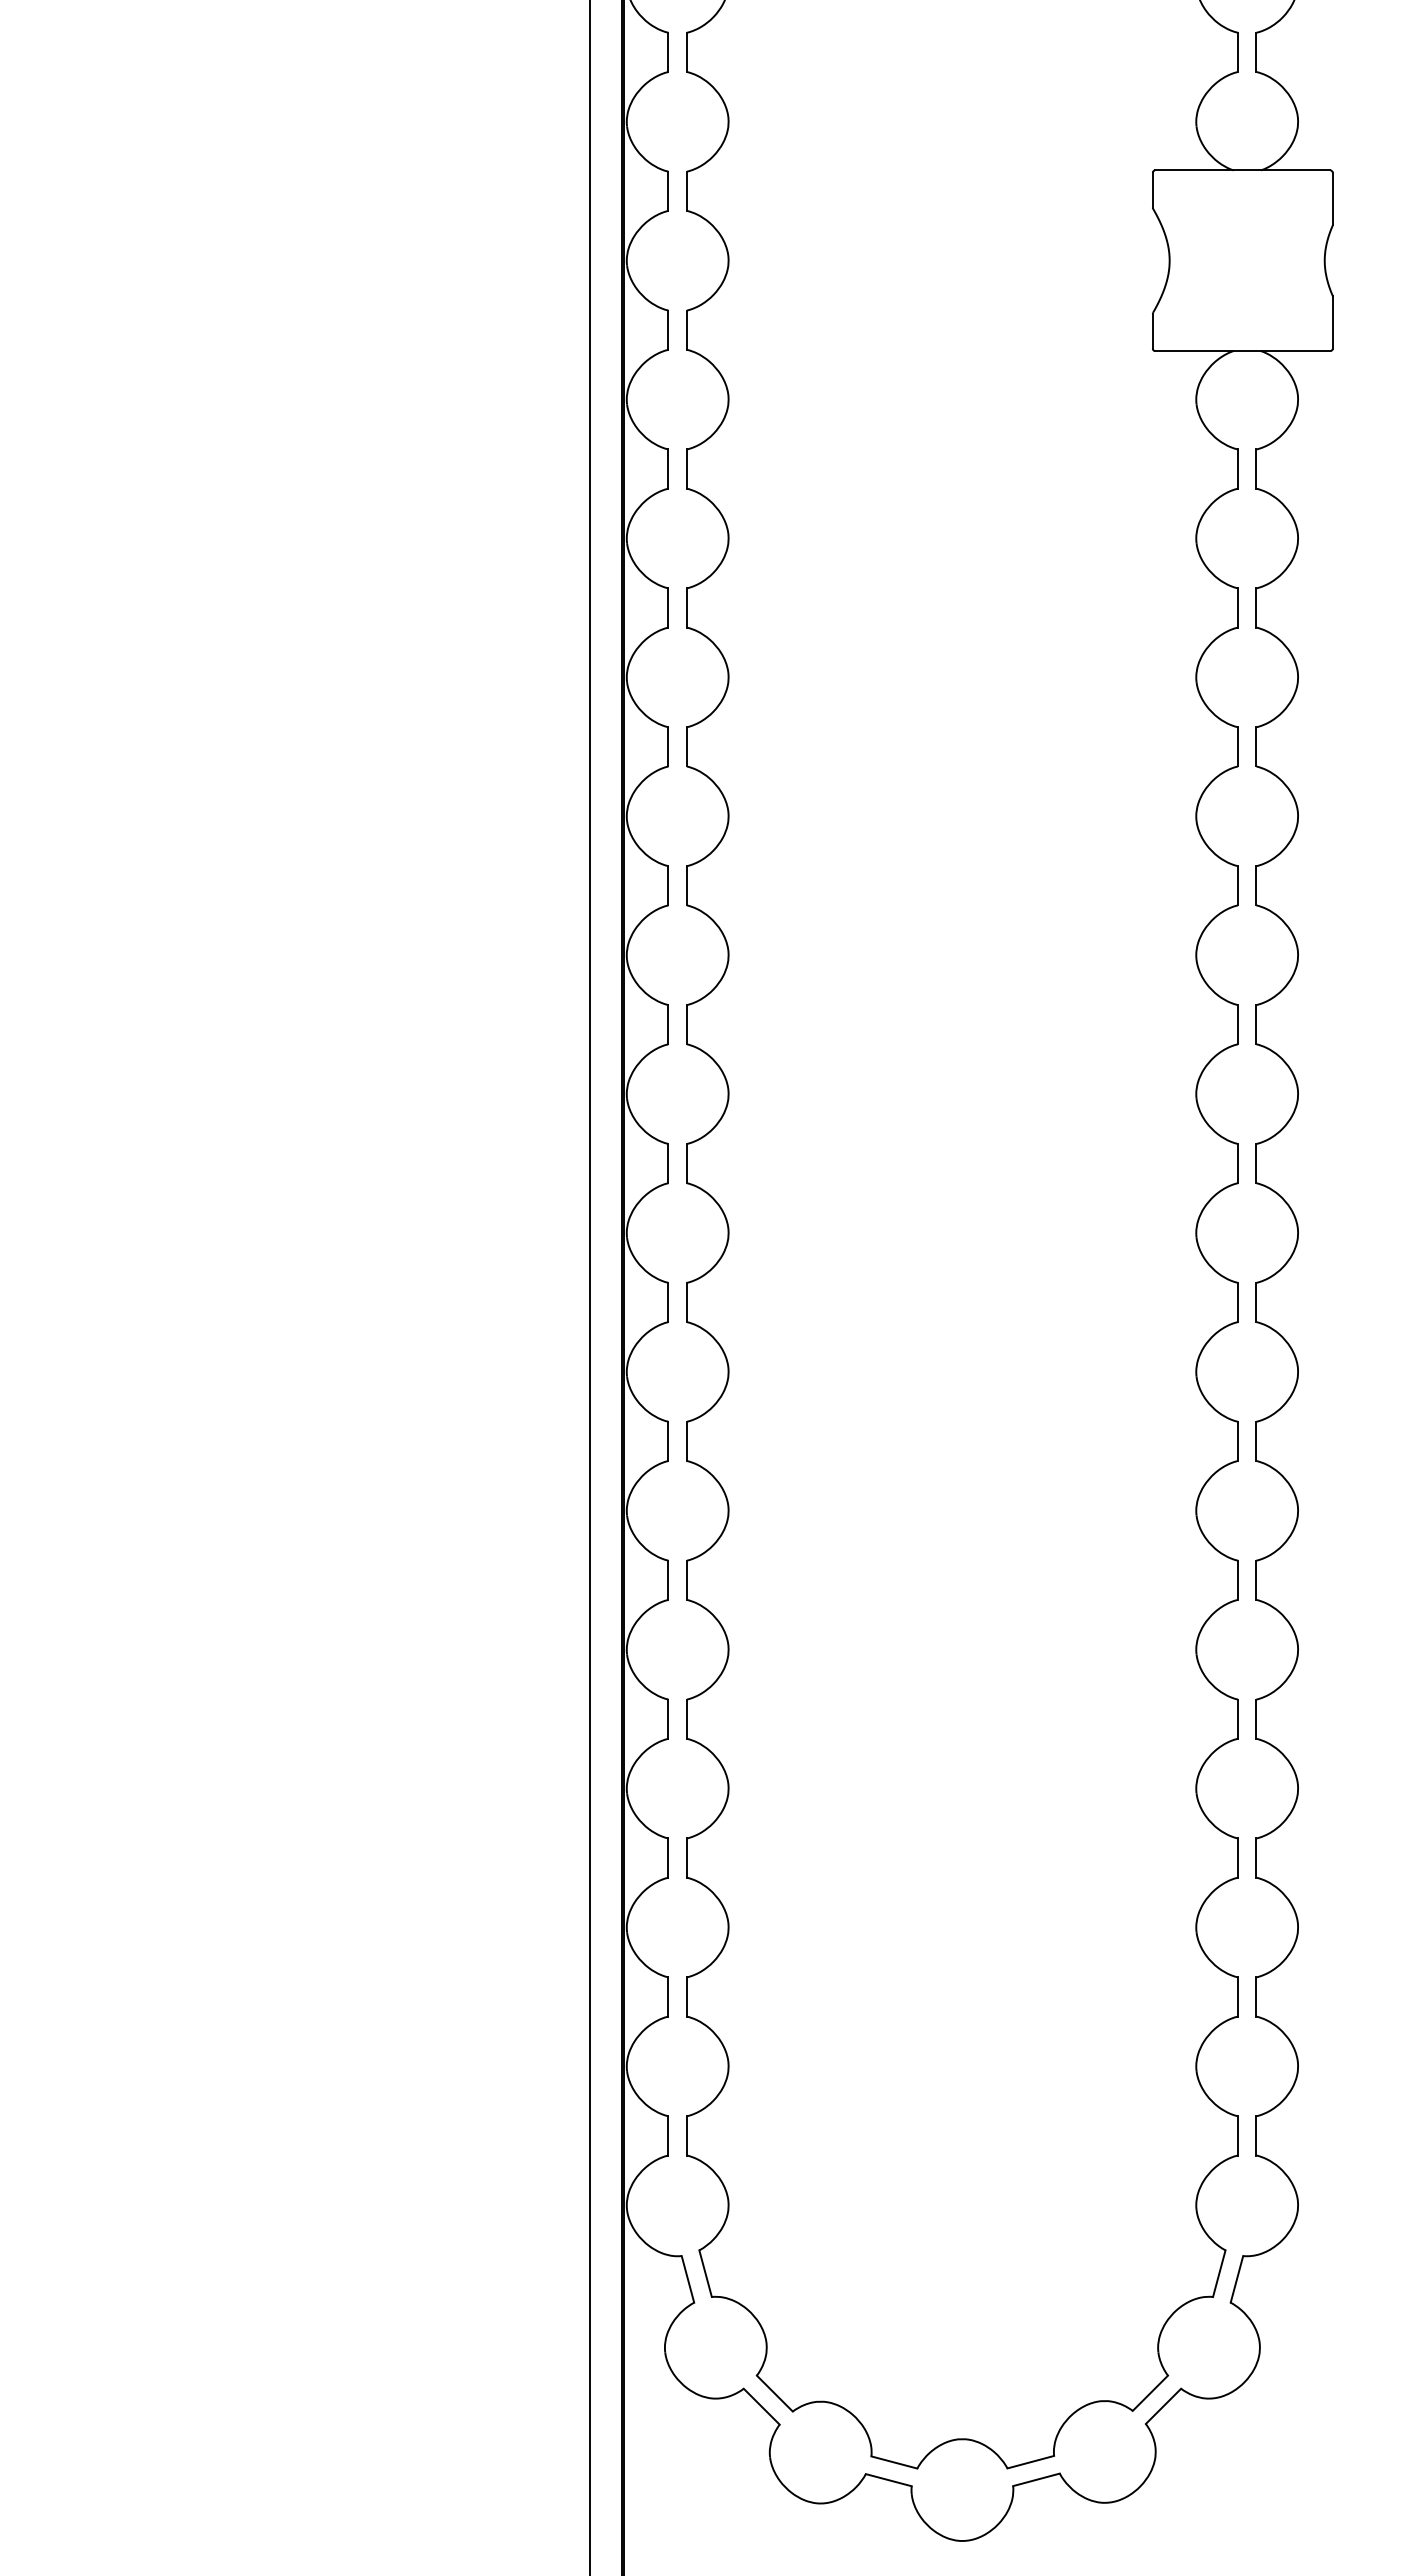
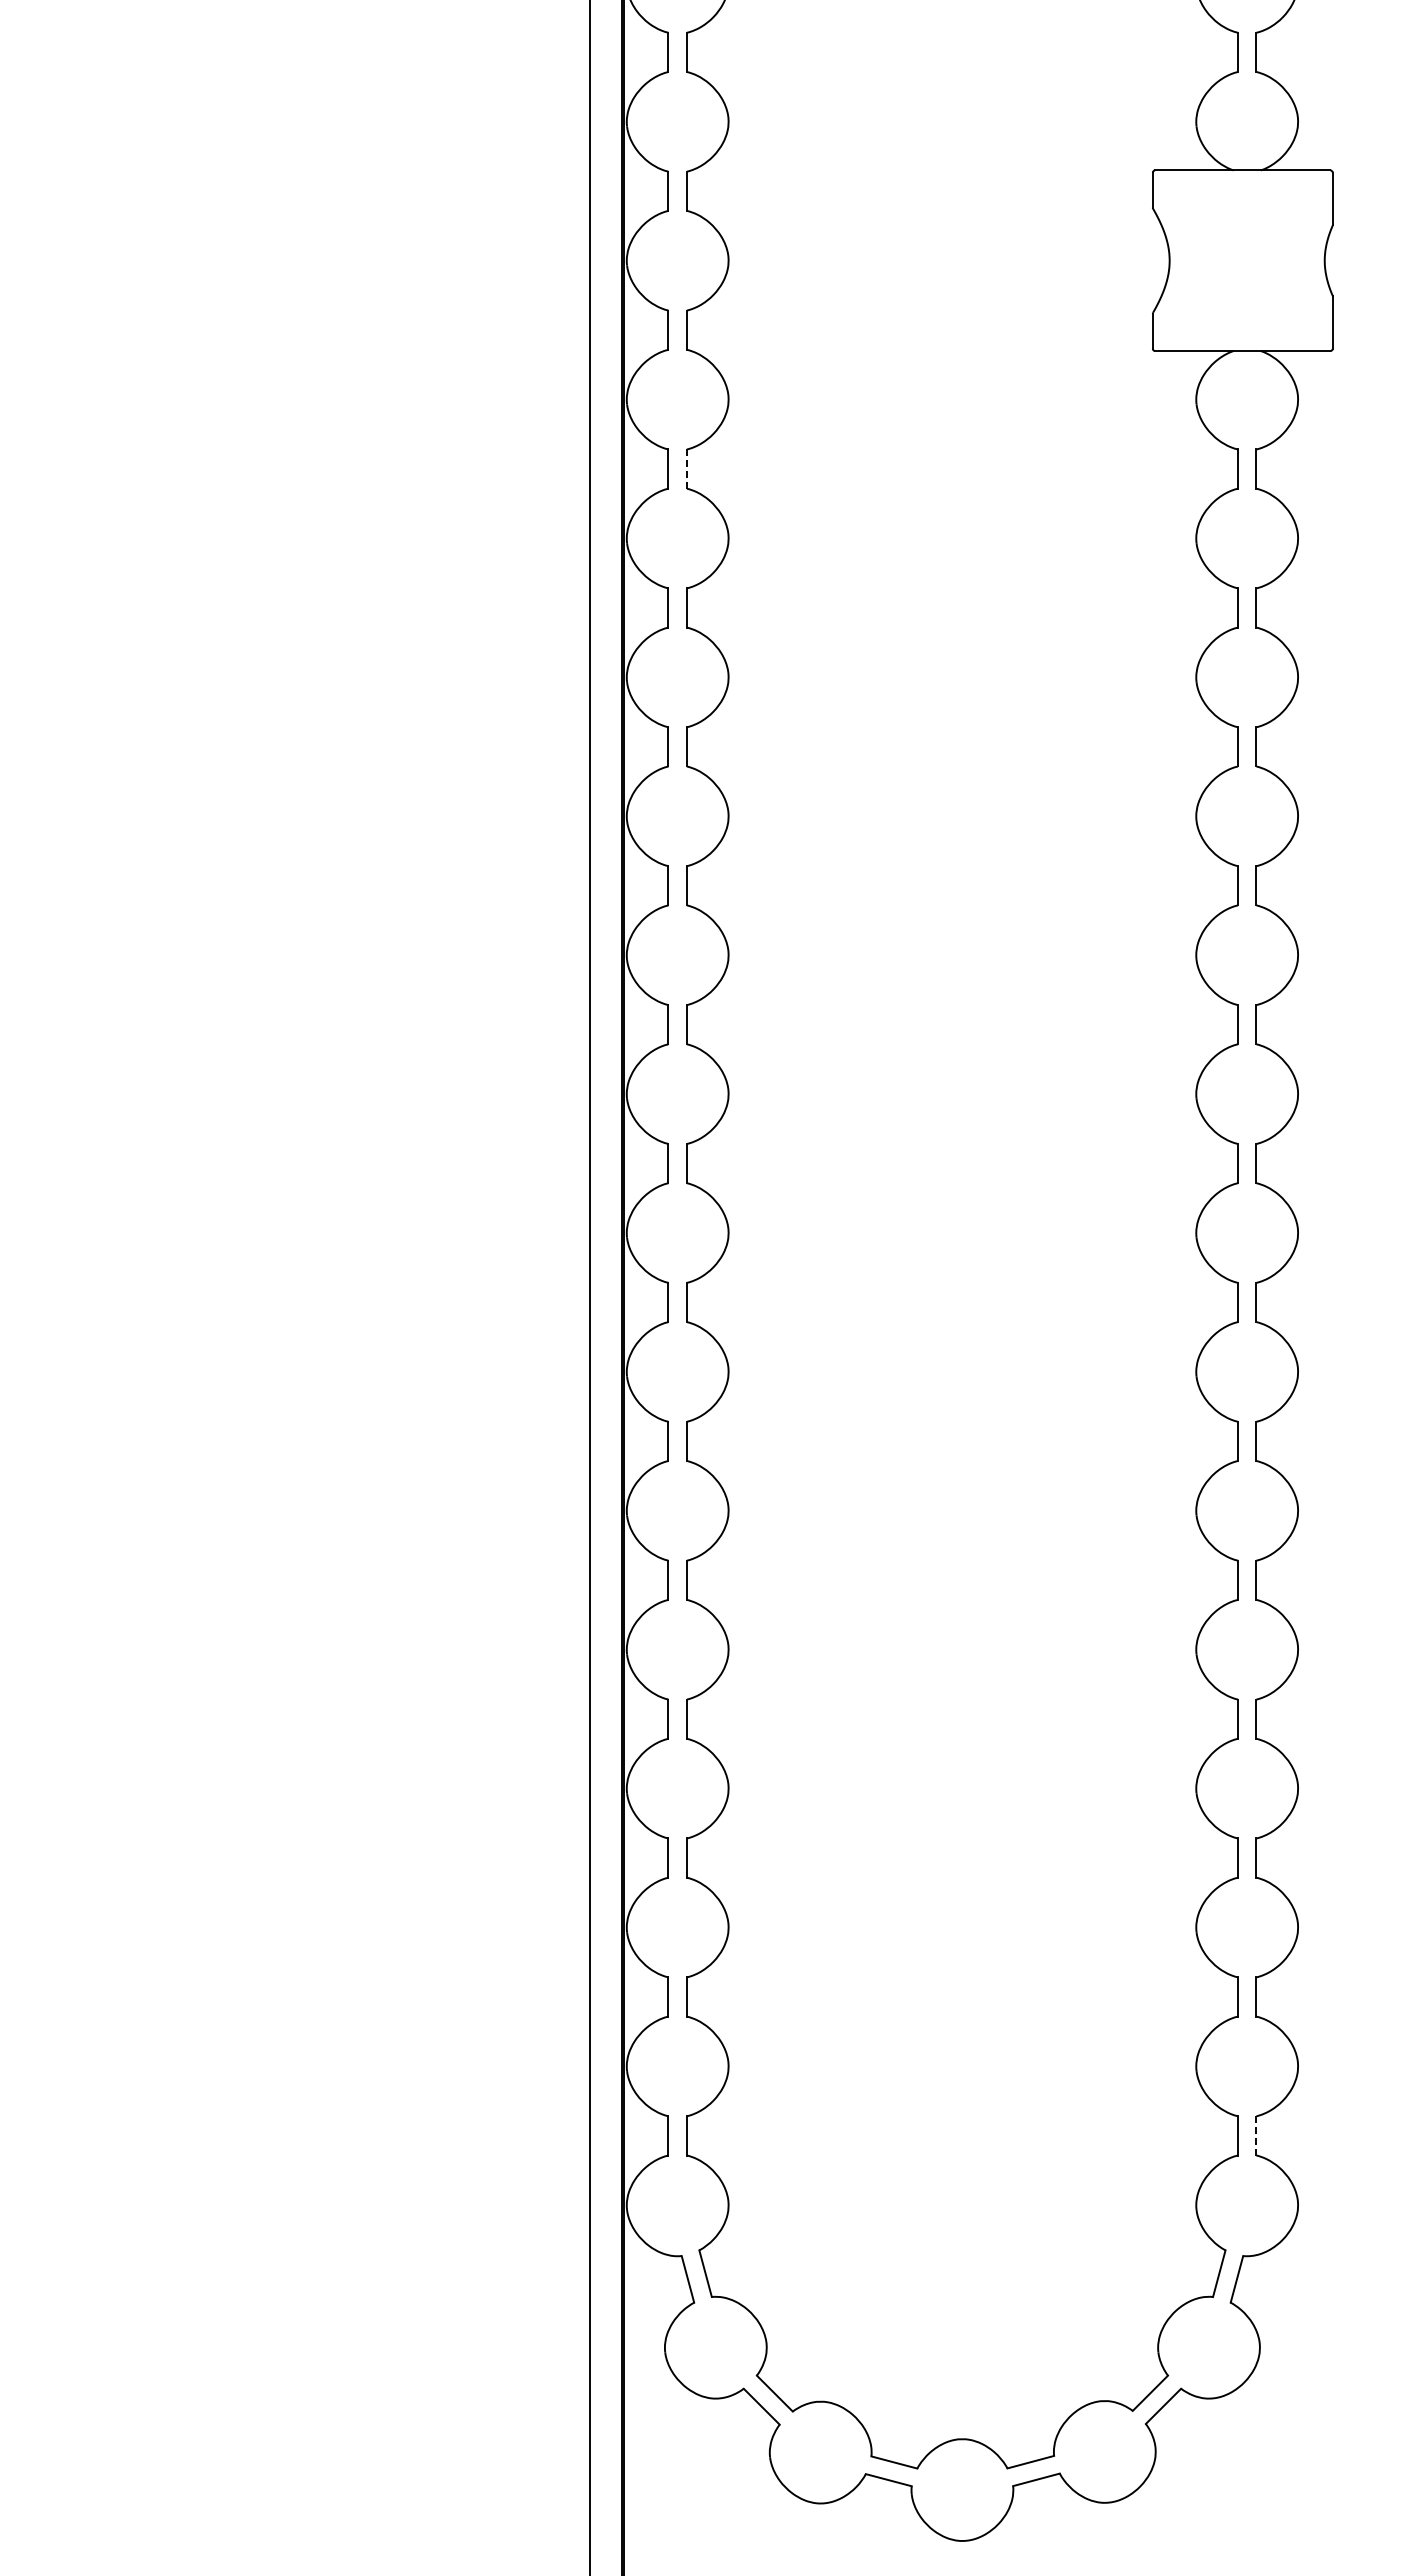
line at (686, 469): solid -> dashed
line at (1256, 2135): solid -> dashed
